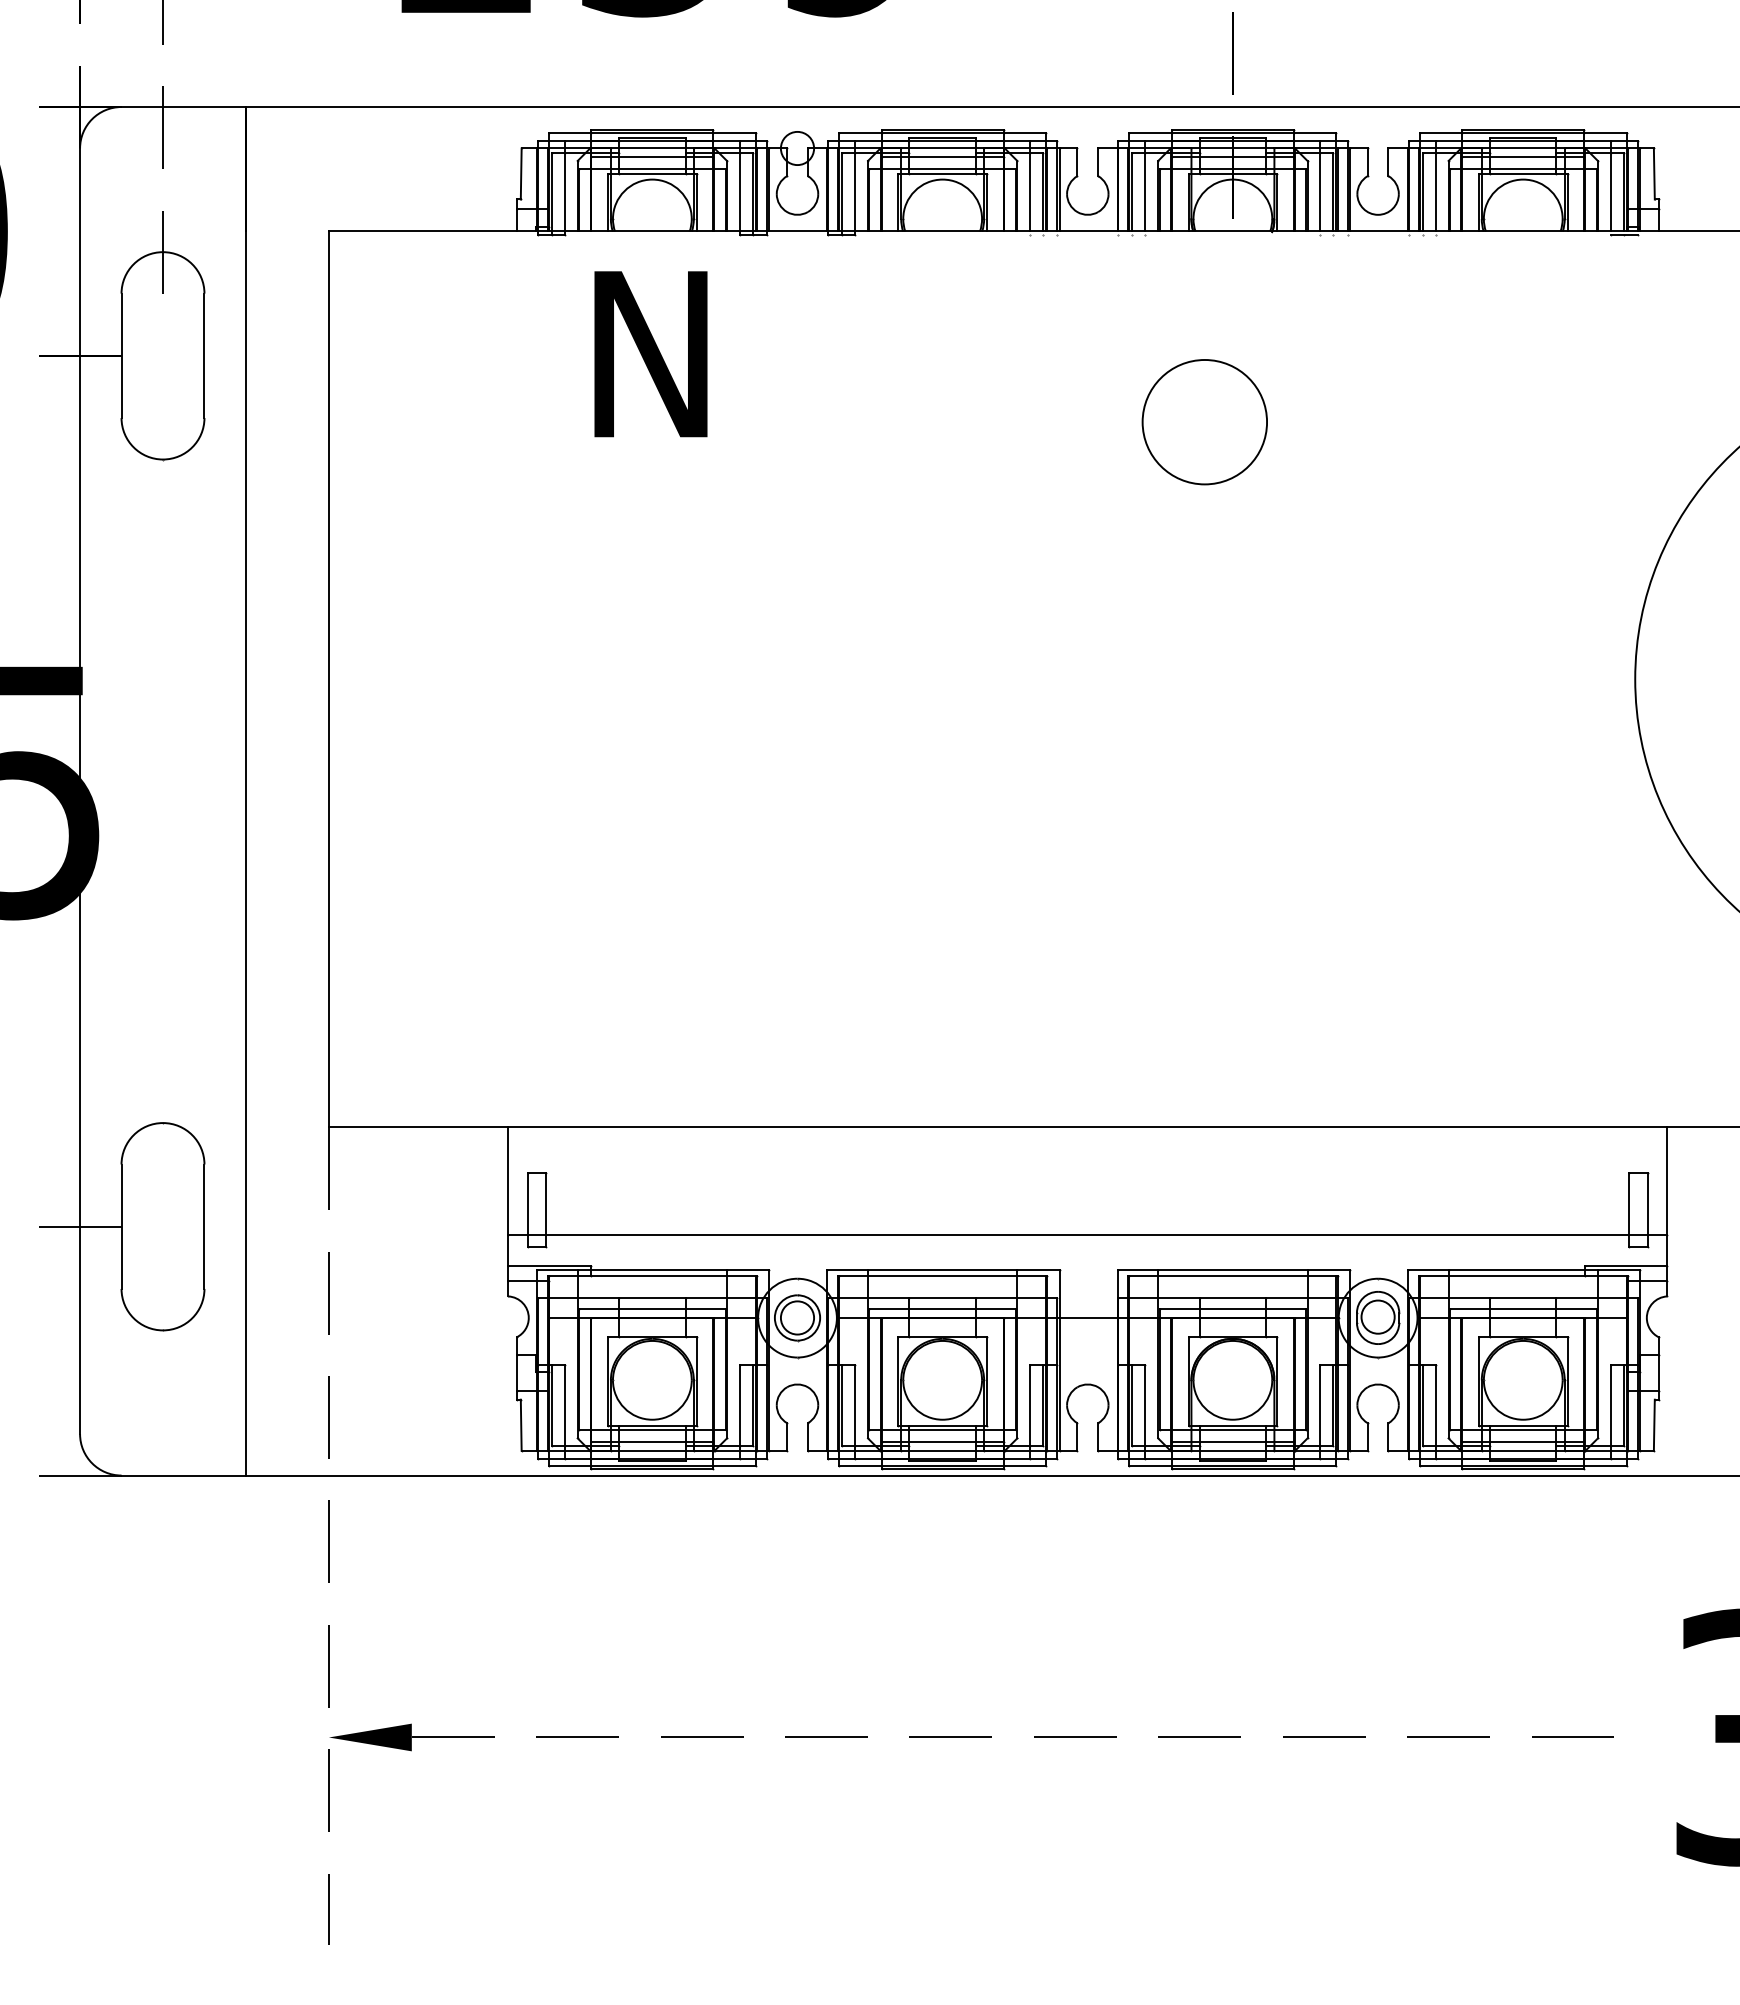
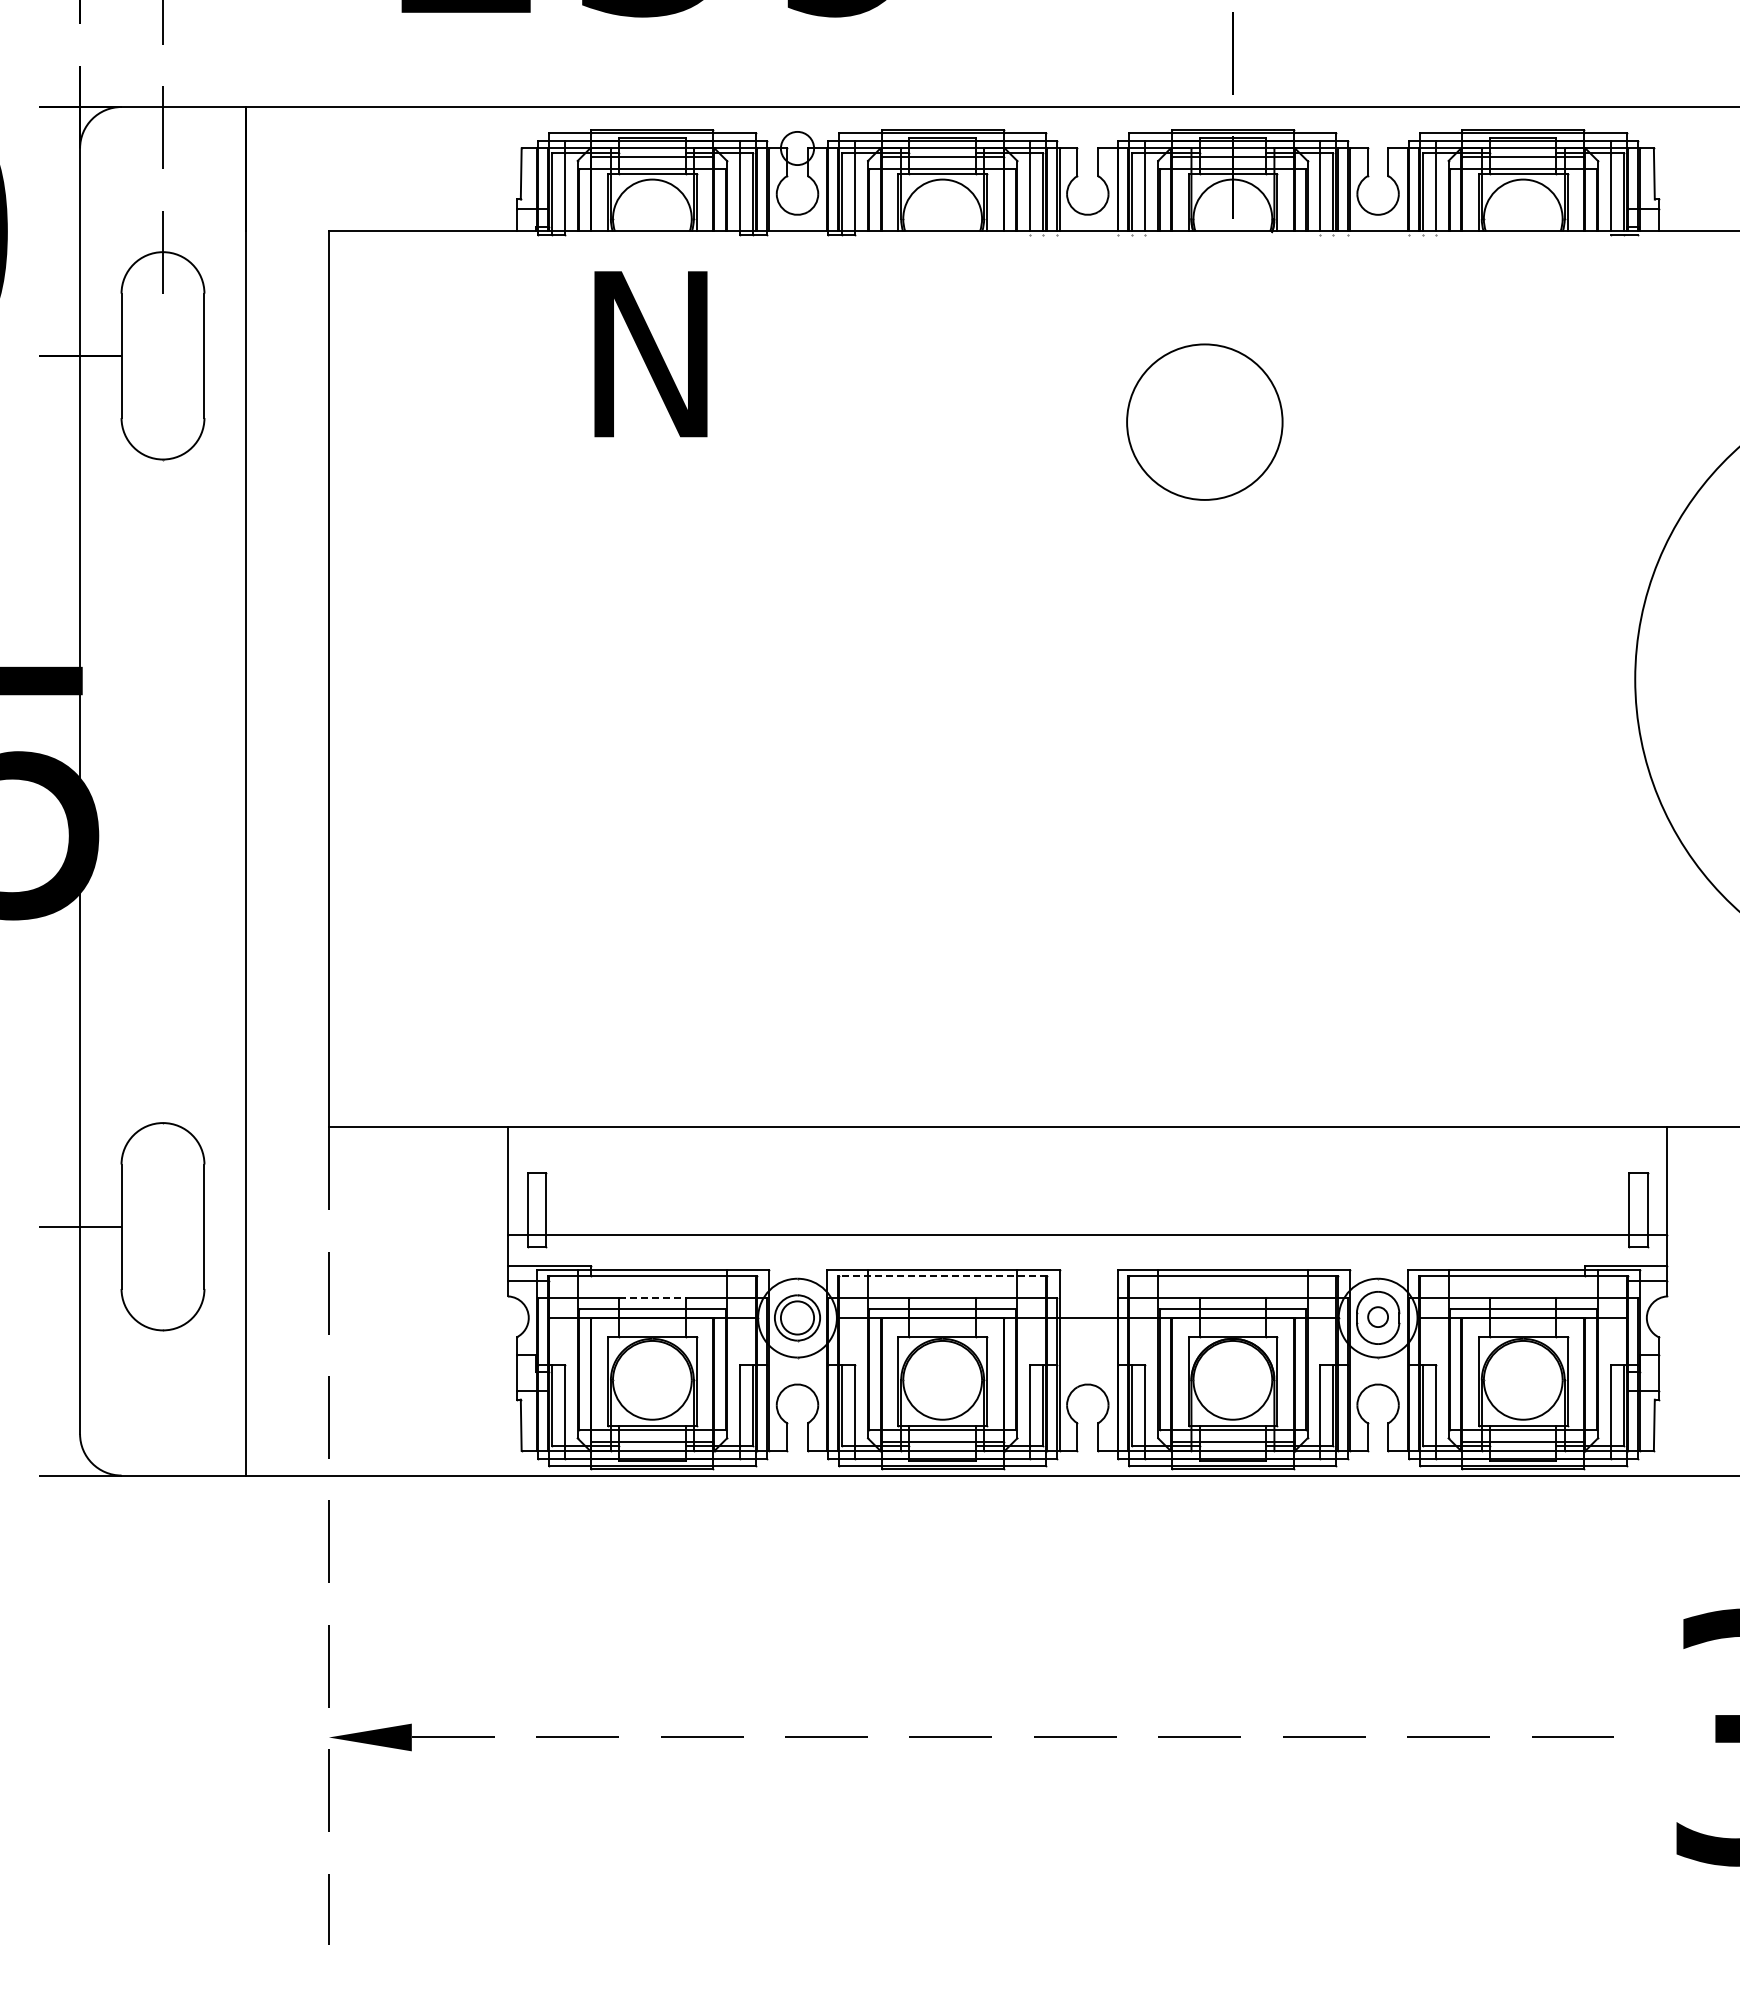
circle at (1204, 422) diameter: 124 px -> 156 px
line at (942, 1275): solid -> dashed
line at (652, 1298): solid -> dashed
circle at (1377, 1316) diameter: 33 px -> 20 px
